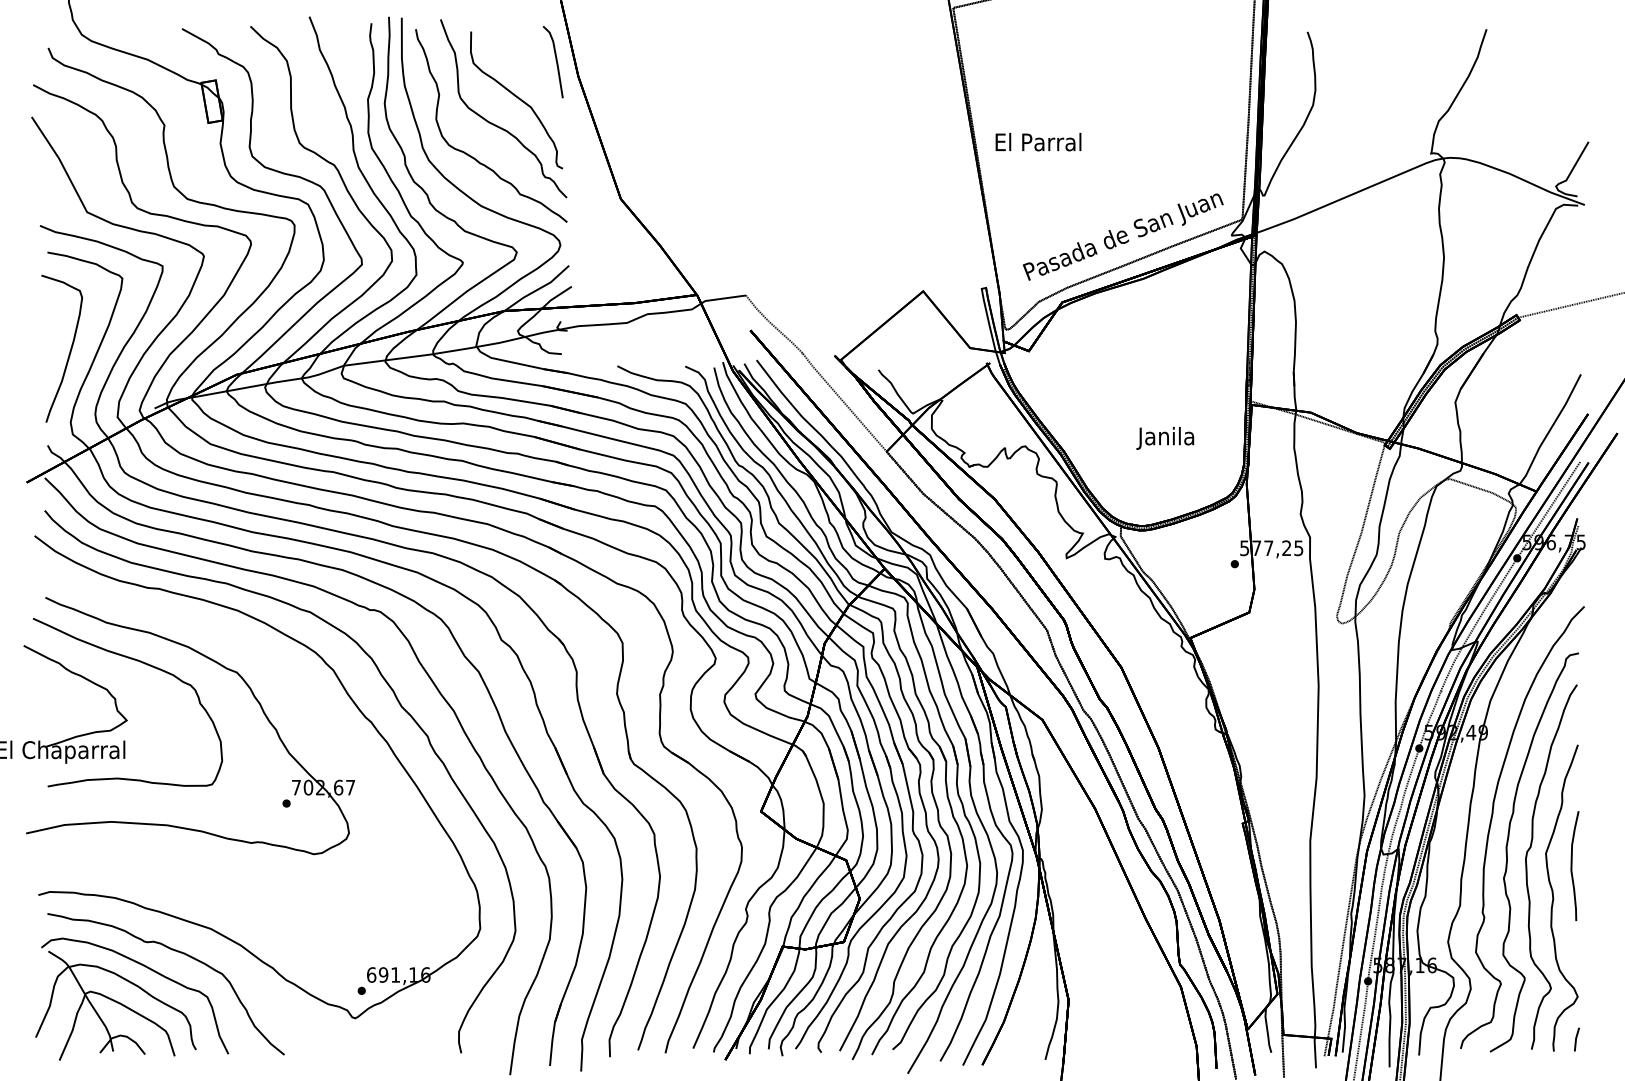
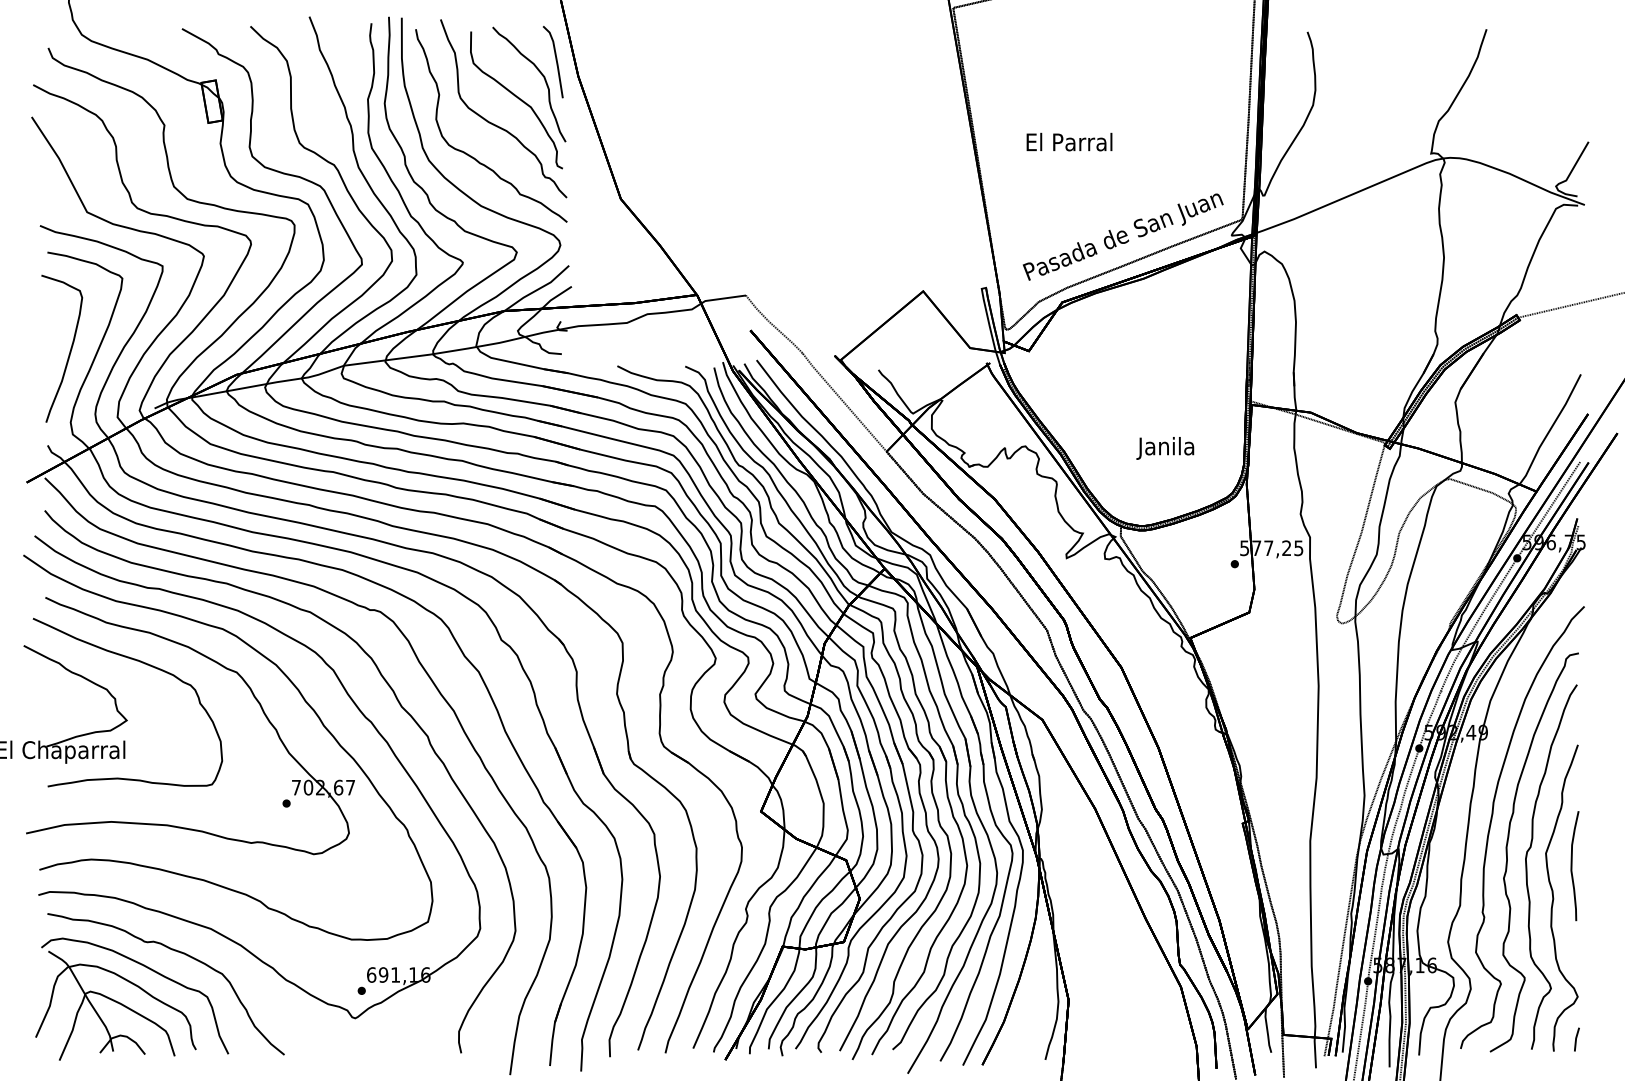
part at (541, 75): none -> present
text at (1038, 141) position: (1038, 141) -> (1069, 141)
text at (1165, 438) position: (1165, 438) -> (1165, 448)
curve at (302, 698): none -> present
